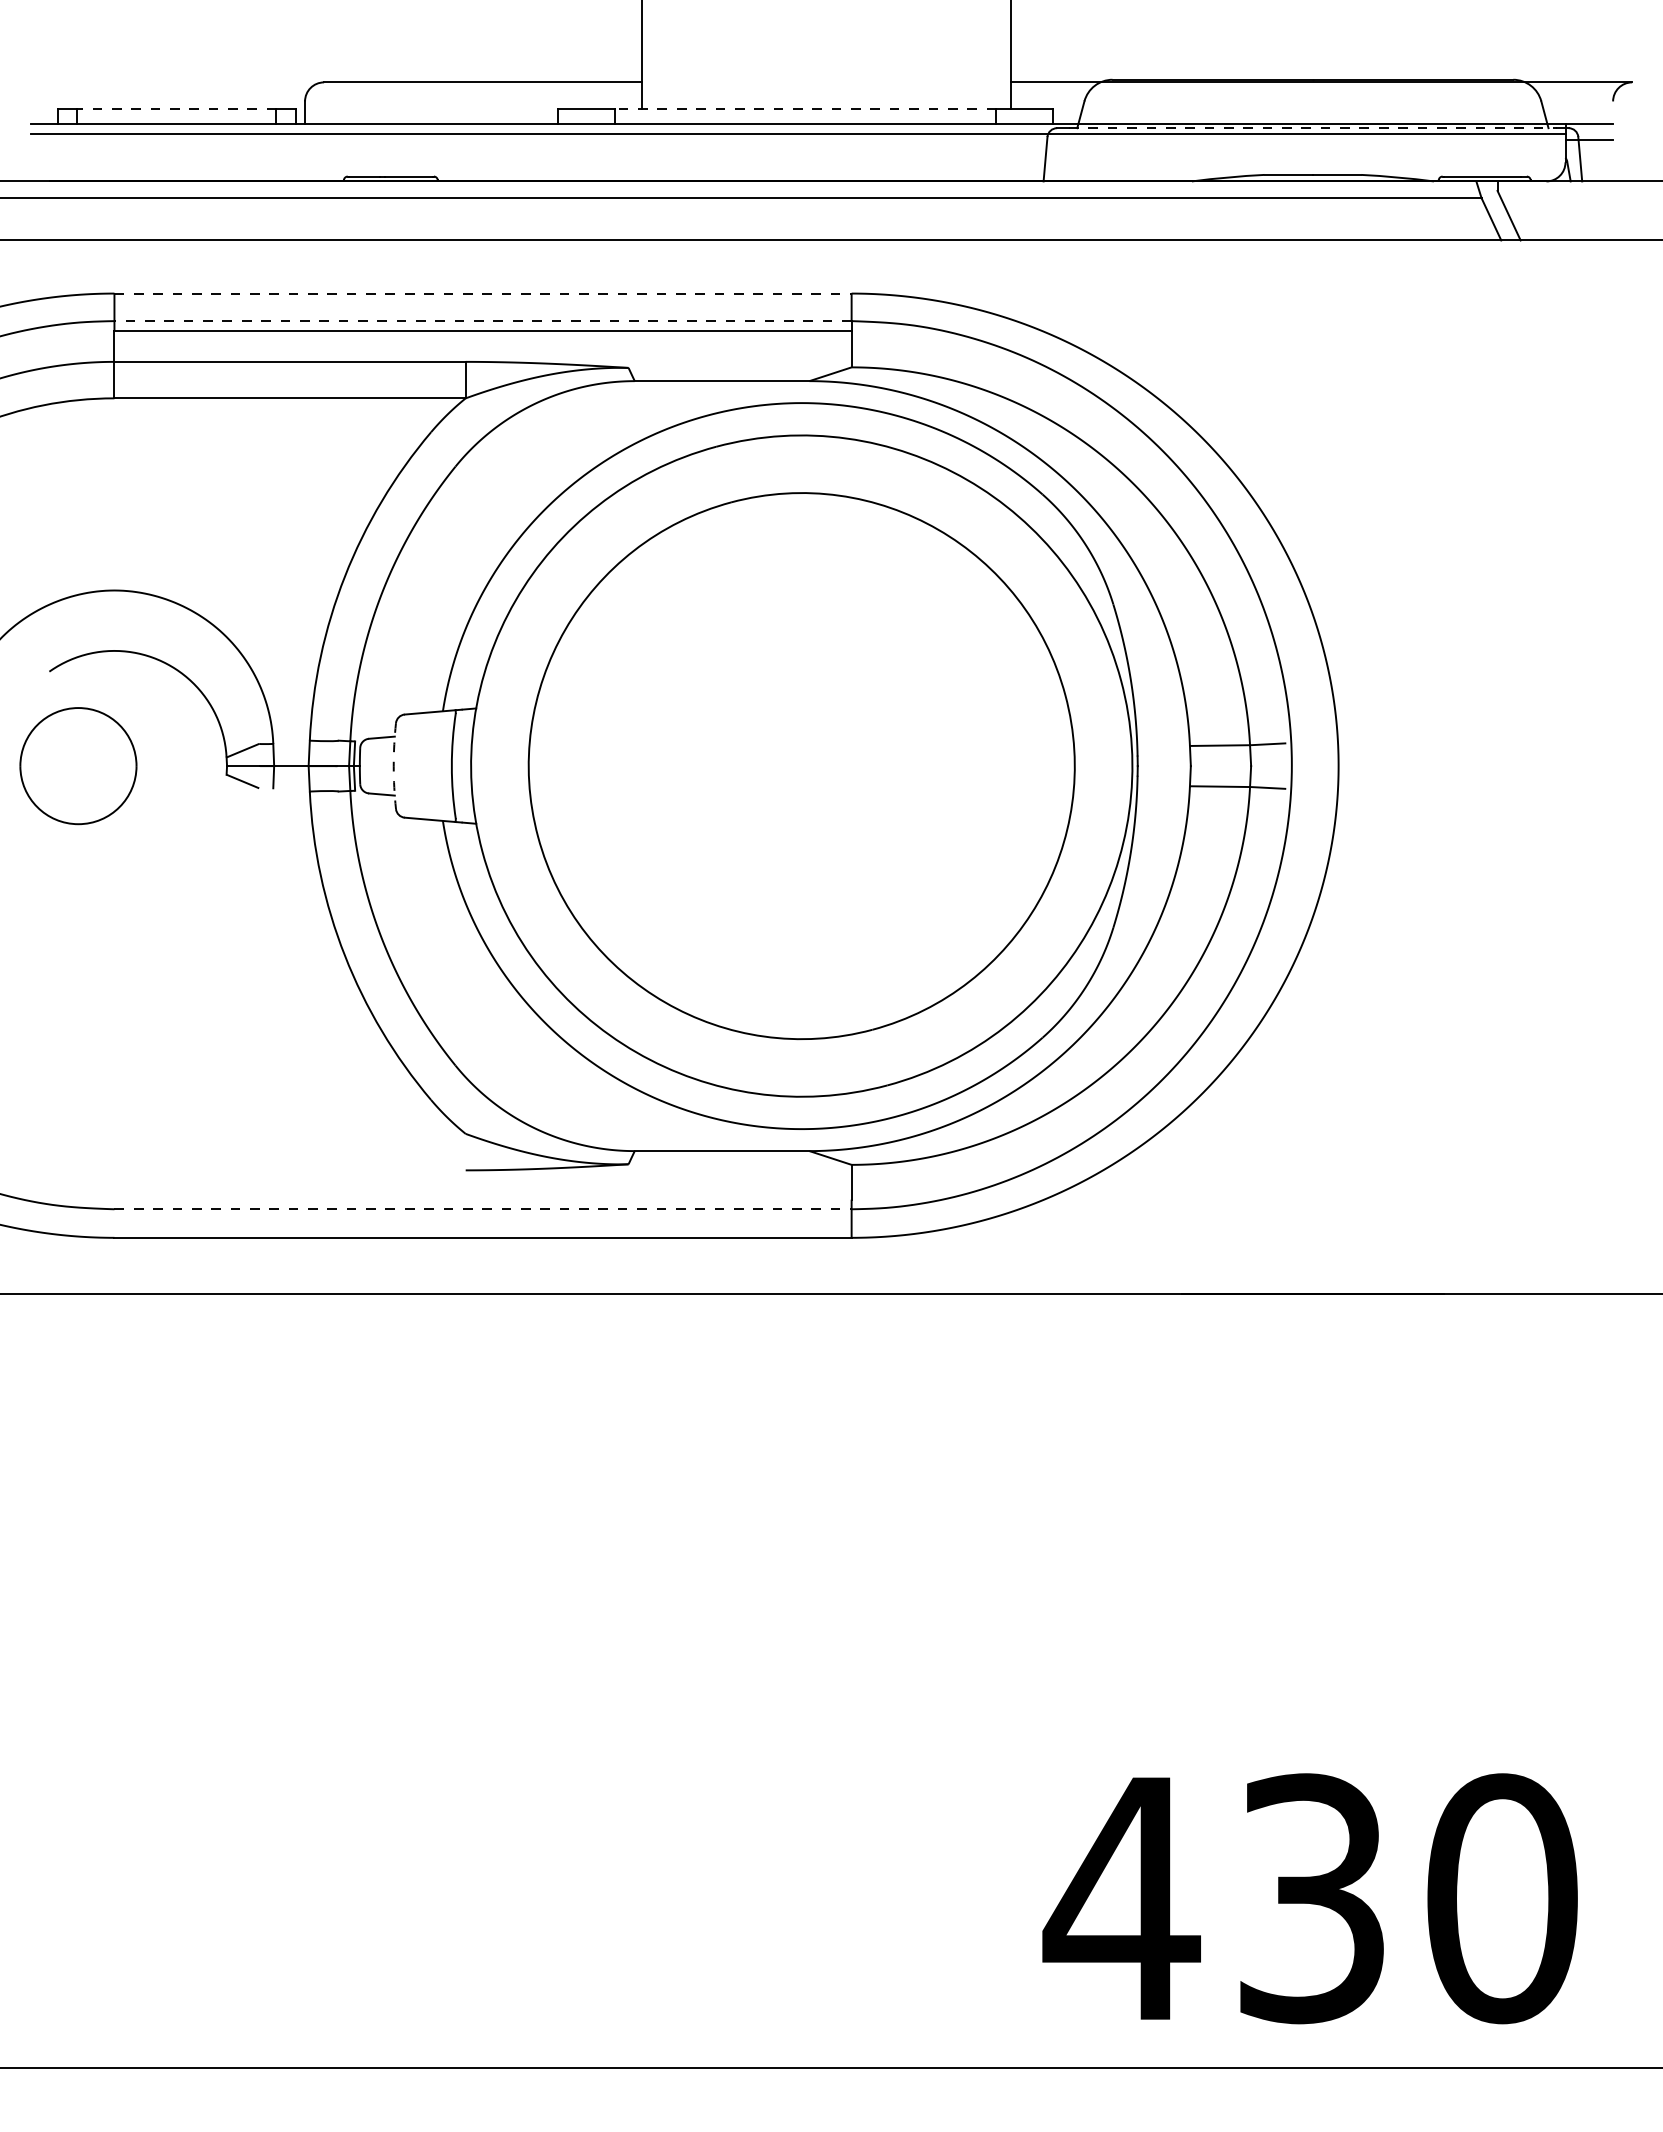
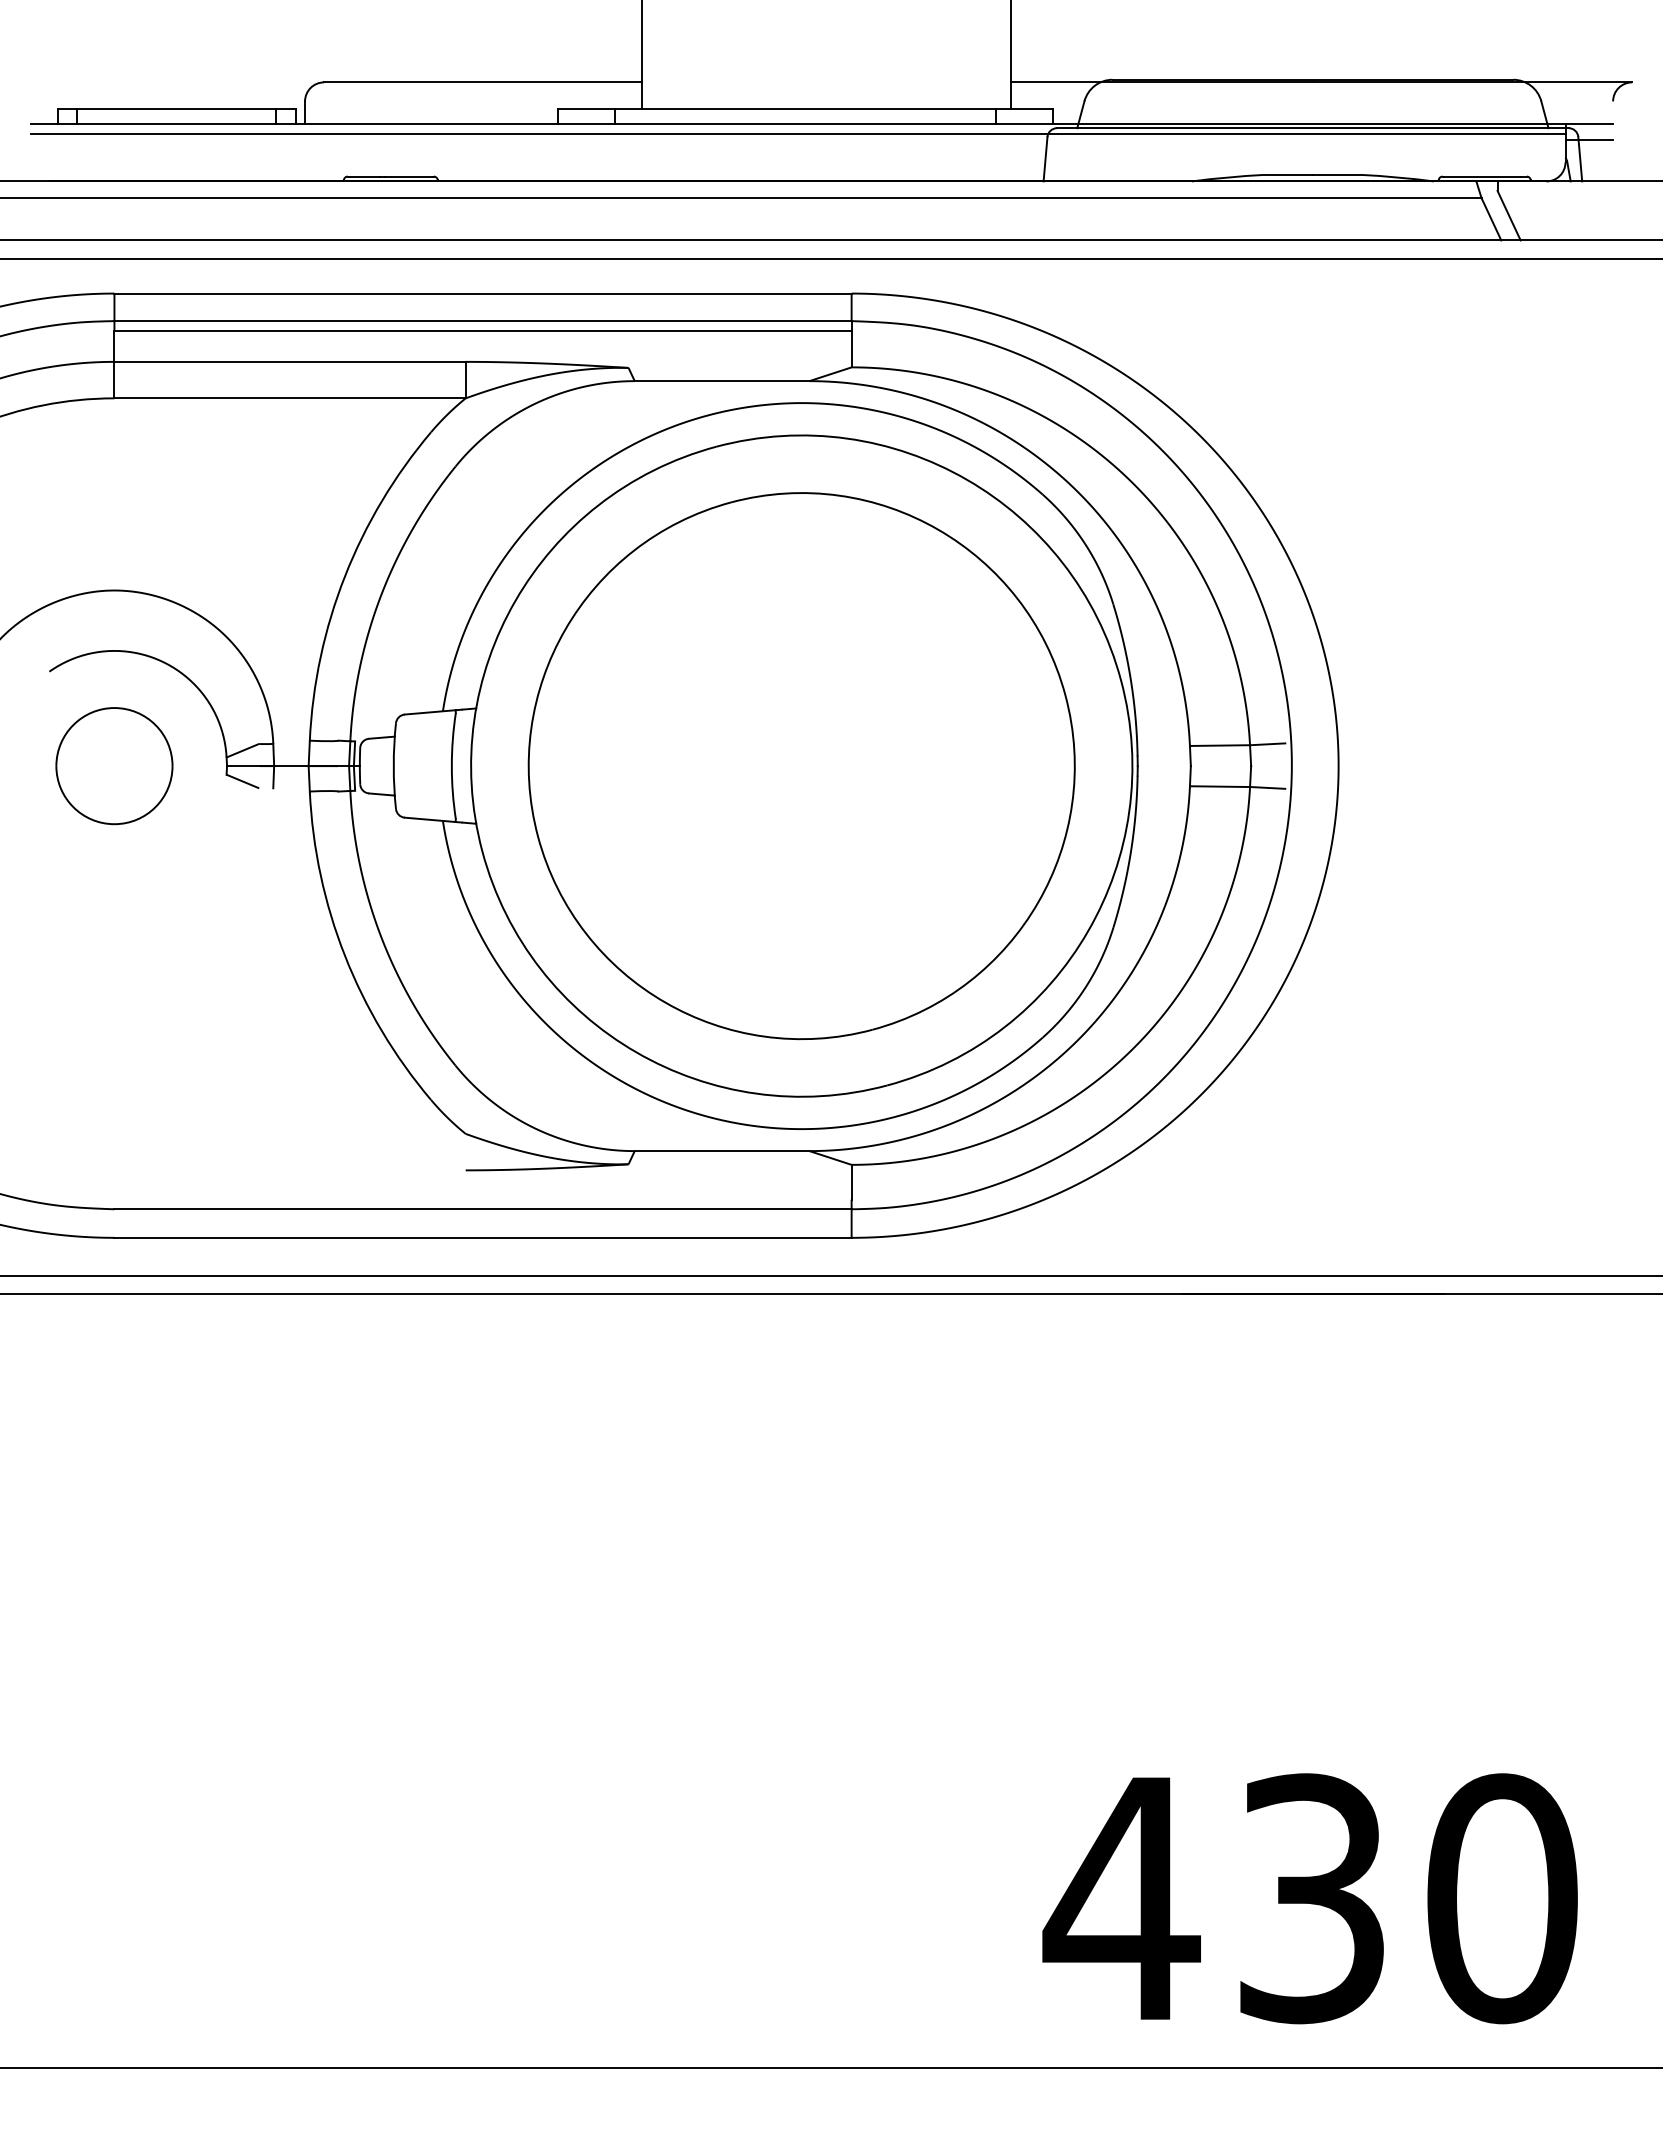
line at (176, 109): dashed -> solid
line at (805, 109): dashed -> solid
line at (1312, 128): dashed -> solid
line at (830, 258): none -> present
line at (483, 293): dashed -> solid
line at (483, 321): dashed -> solid
part at (78, 766) position: (78, 766) -> (114, 766)
arc at (393, 766): dashed -> solid
line at (483, 1209): dashed -> solid
line at (830, 1276): none -> present
